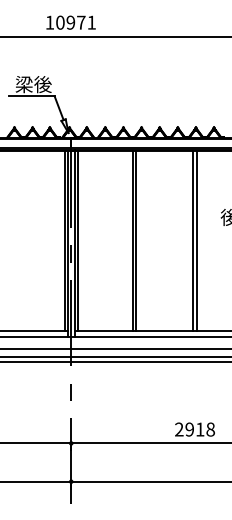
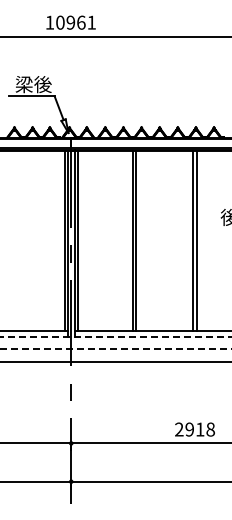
text at (81, 22): 10971 -> 10961
line at (116, 336): solid -> dashed
line at (116, 348): solid -> dashed
line at (115, 357): present -> none
